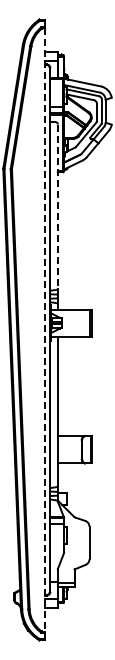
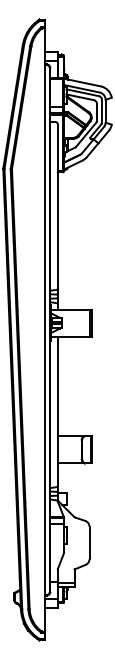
line at (57, 207): dashed -> solid
line at (45, 329): dashed -> solid
